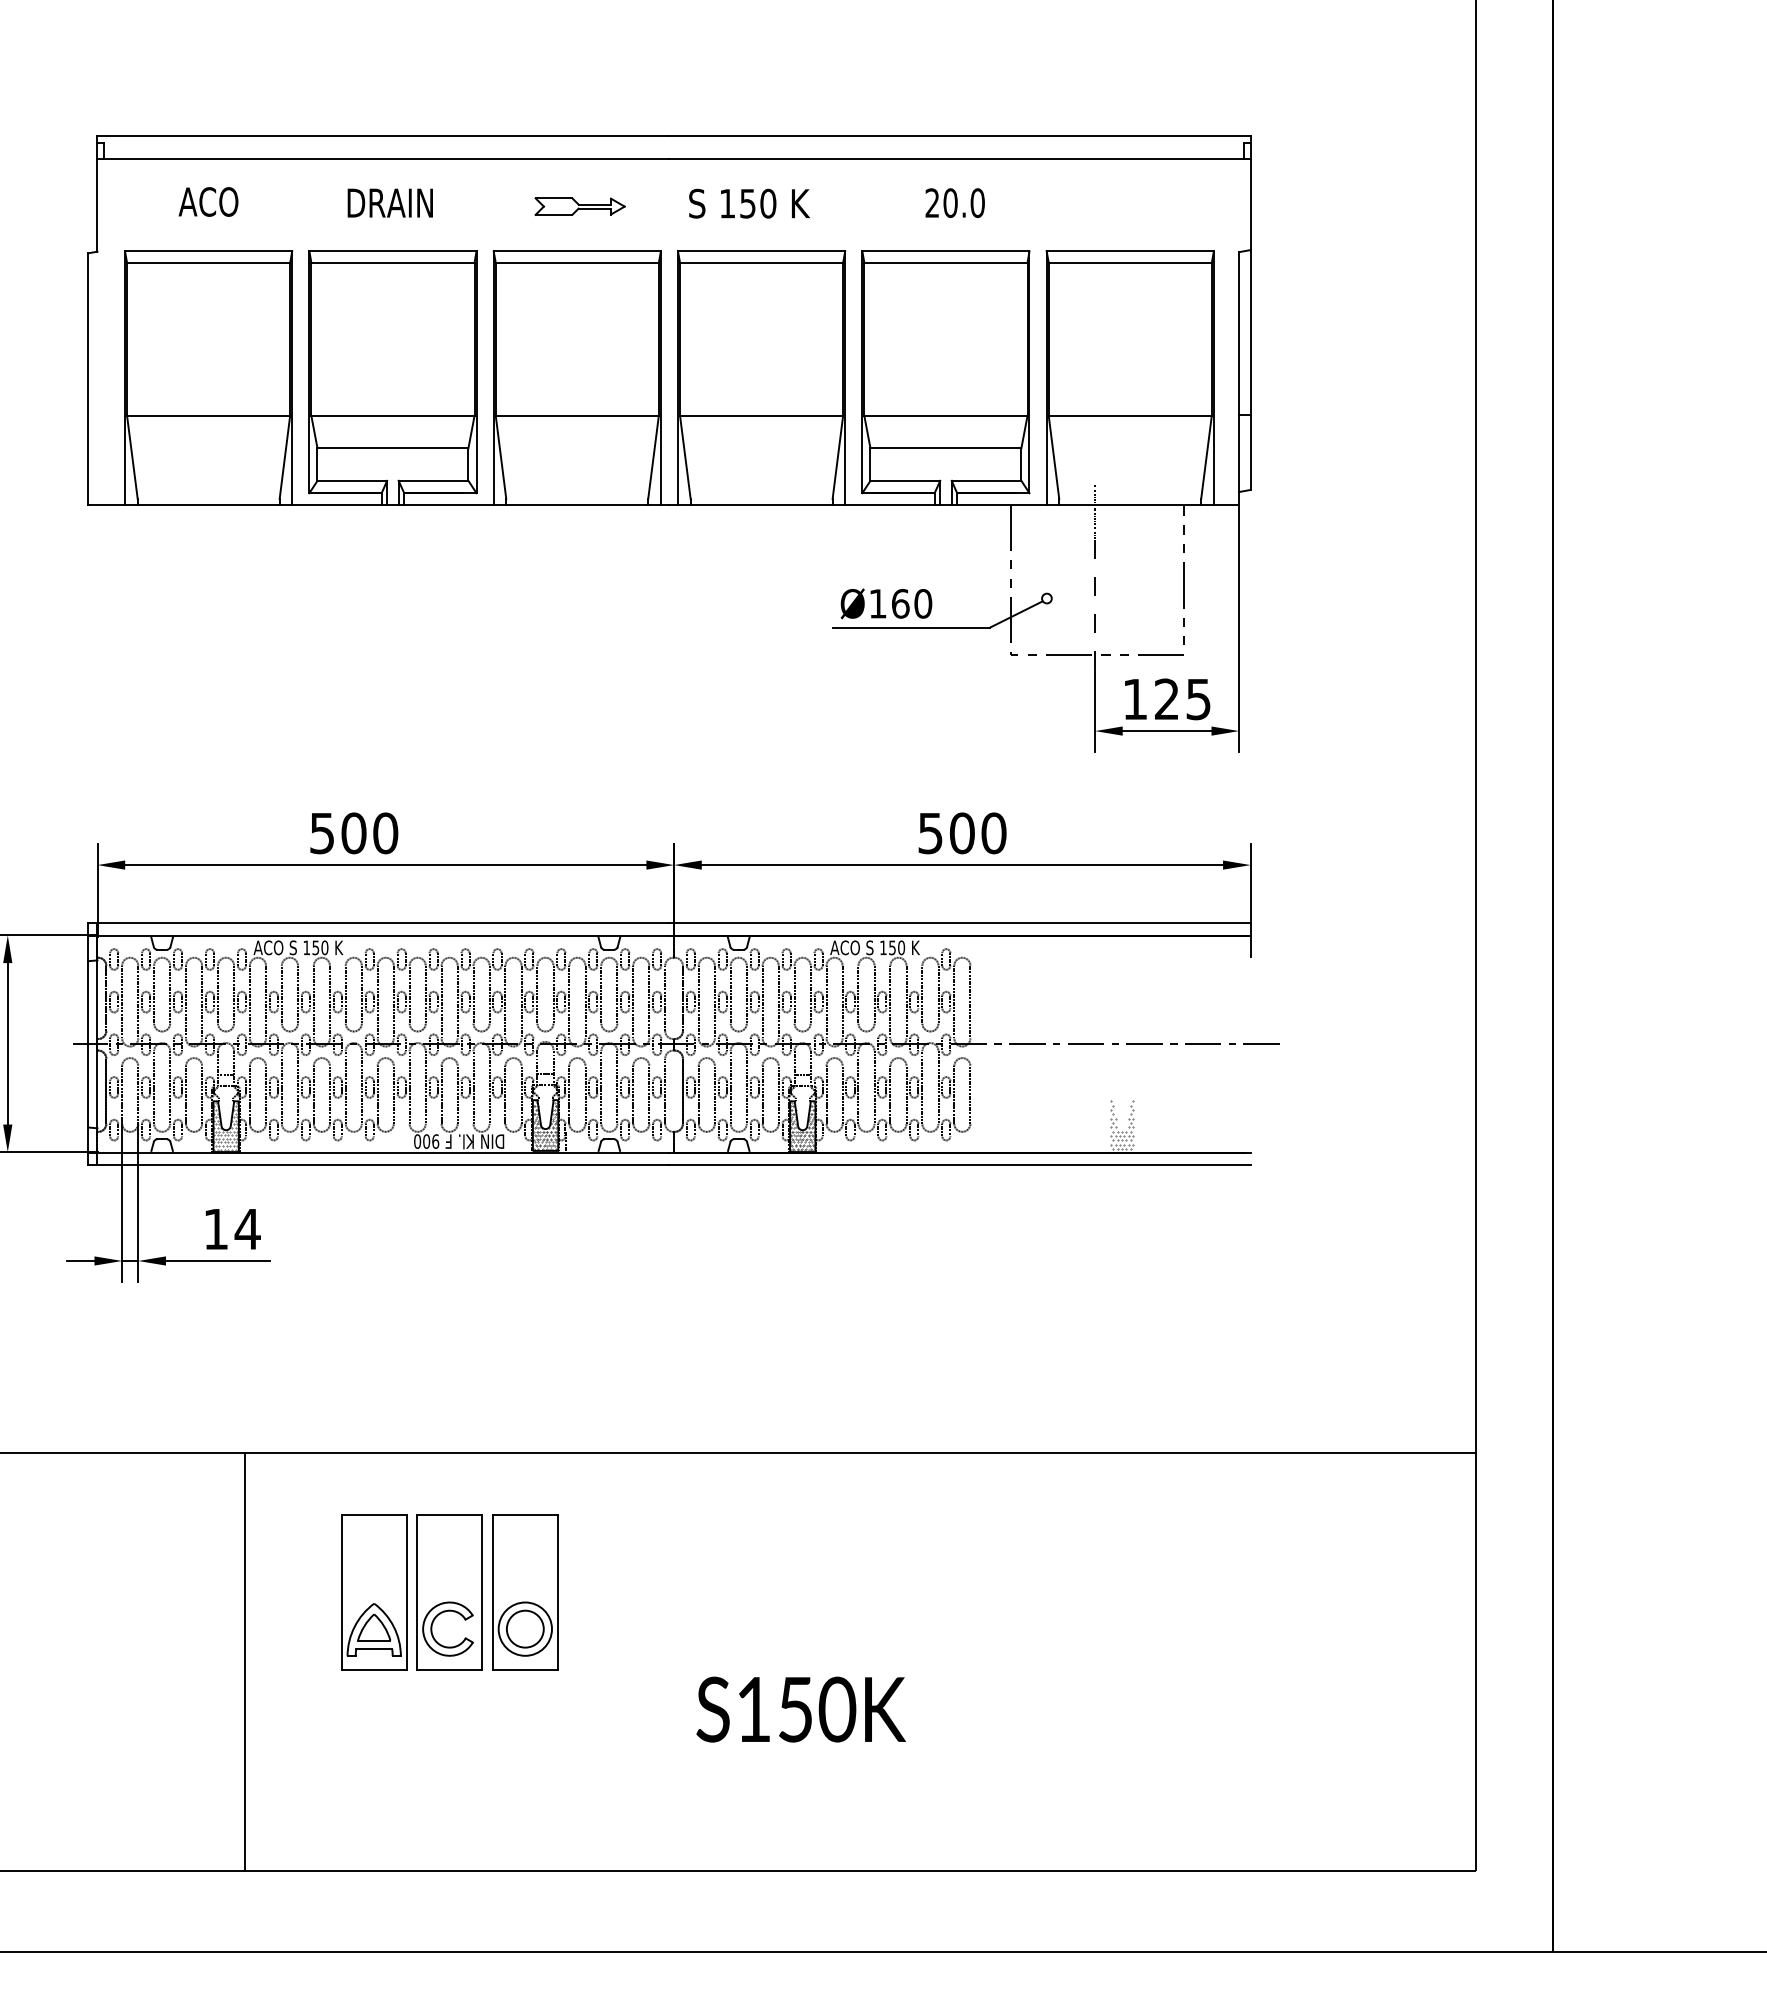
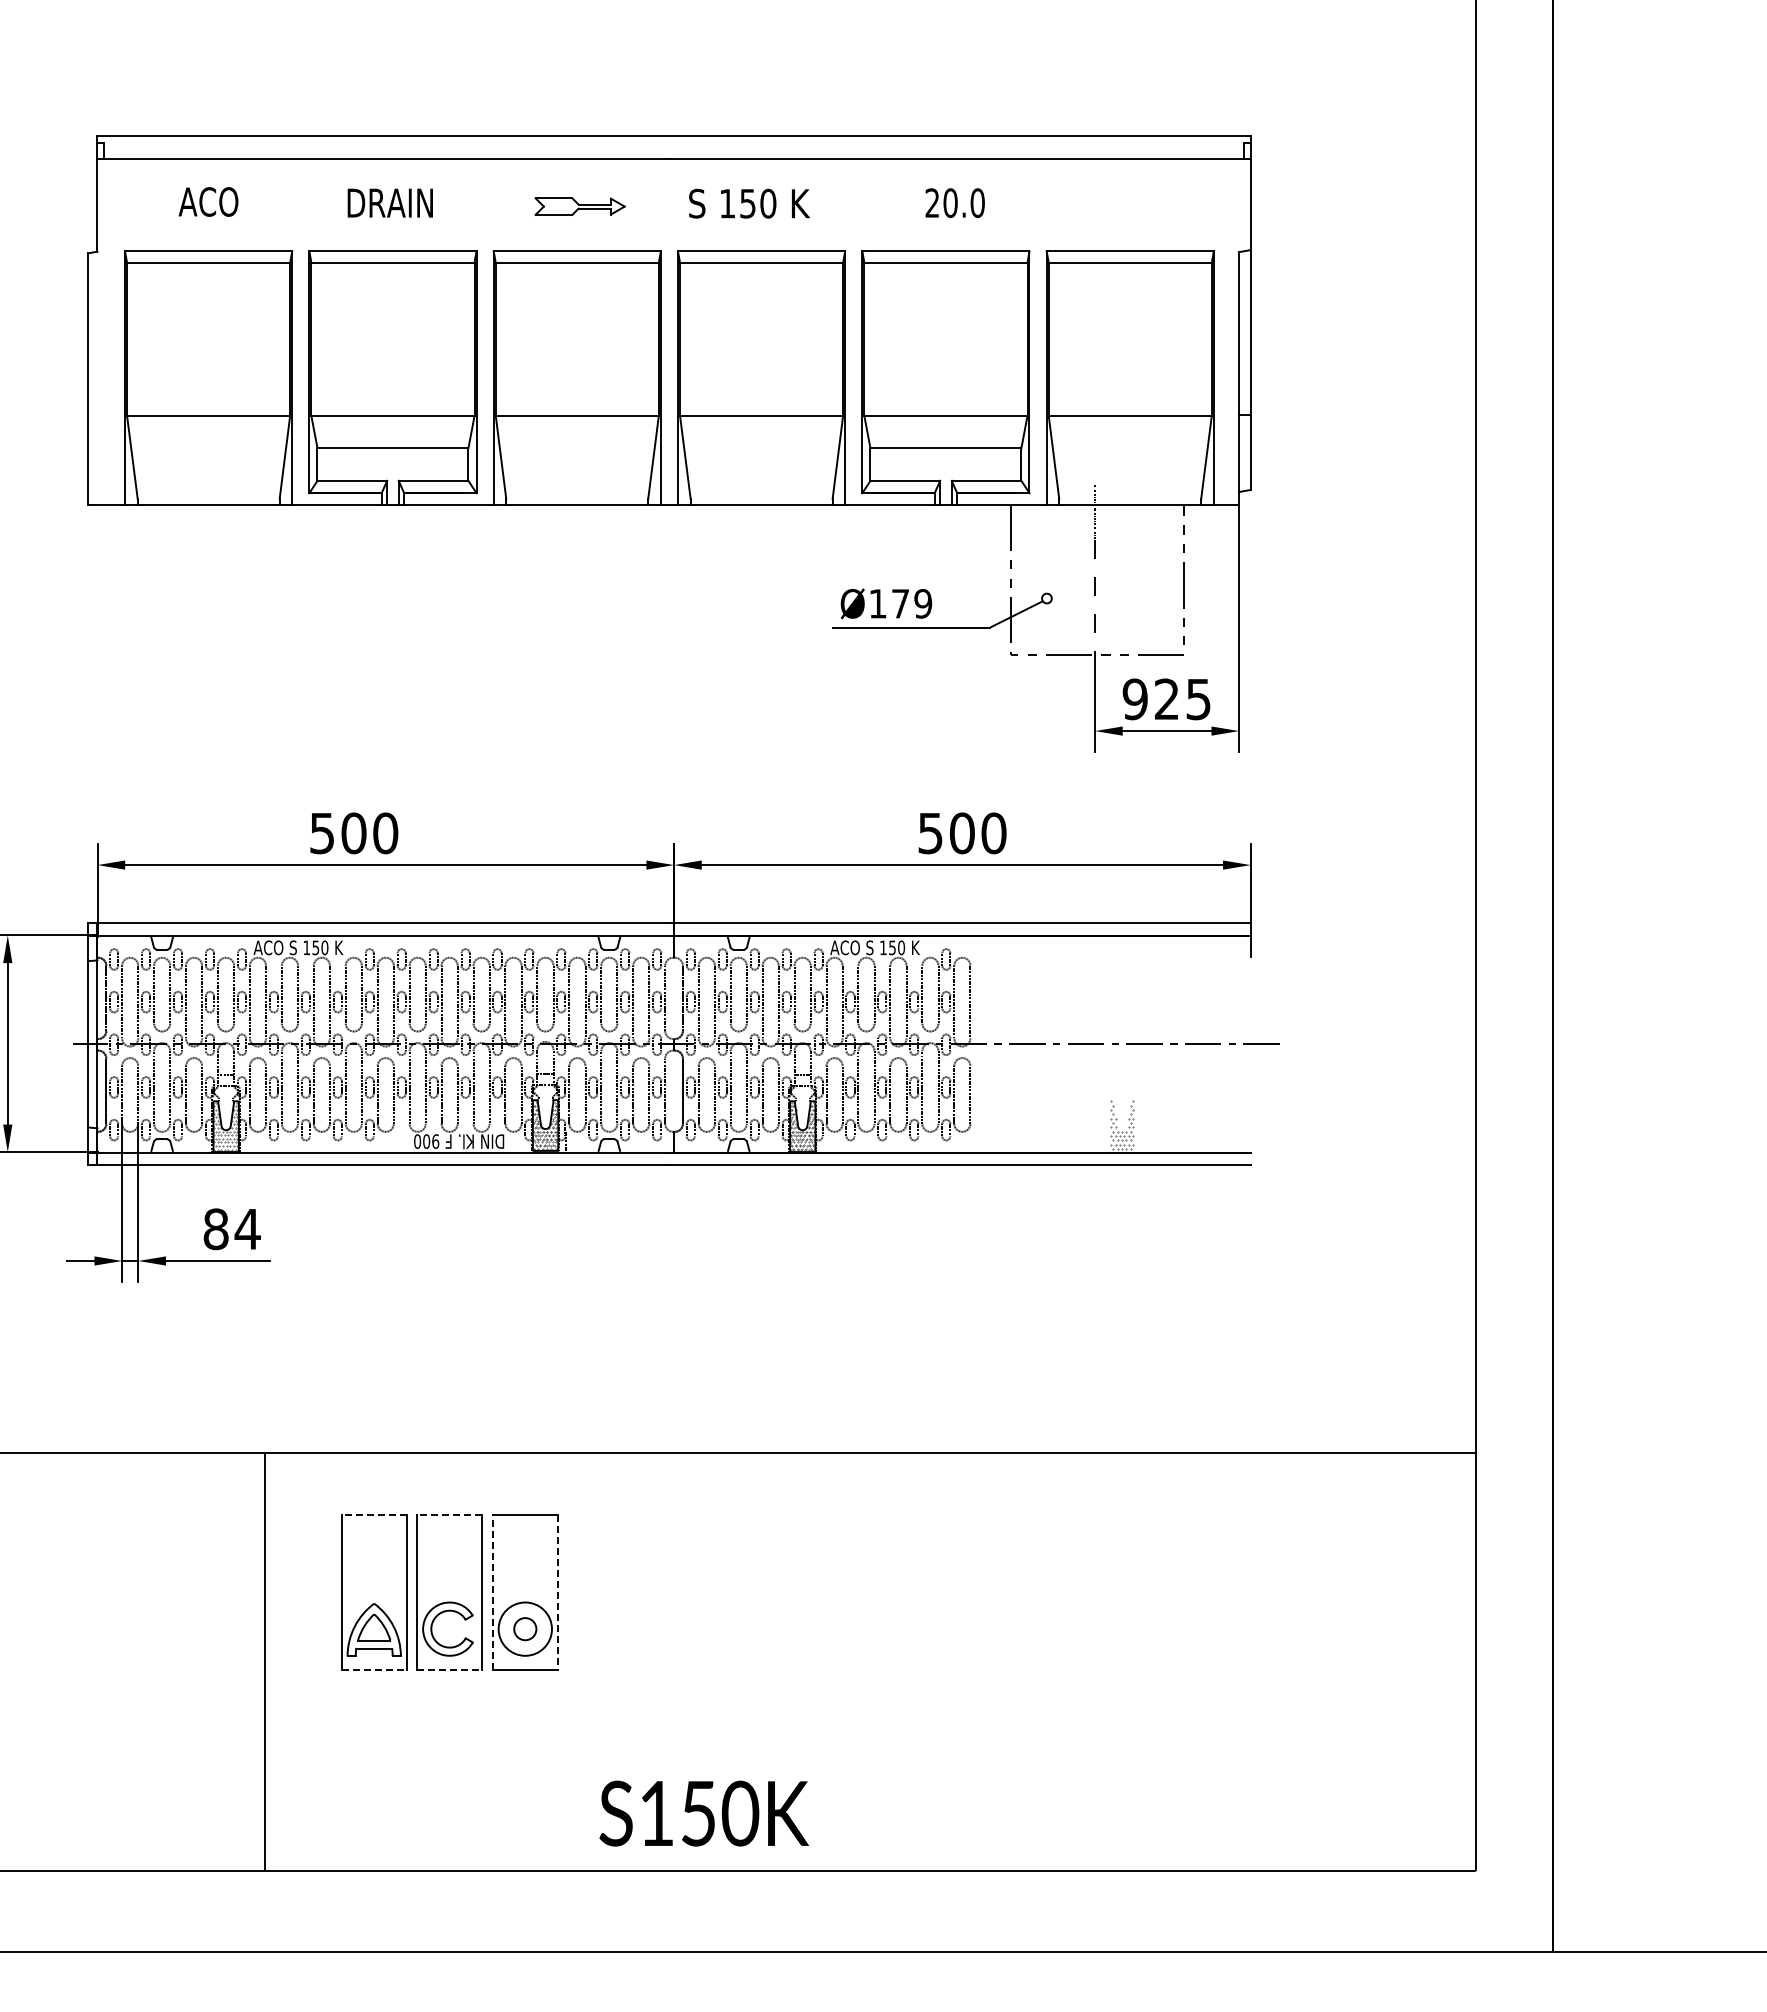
text at (912, 603): Ø160 -> Ø179
text at (1134, 699): 125 -> 925
text at (215, 1229): 14 -> 84
line at (374, 1515): solid -> dashed
line at (449, 1515): solid -> dashed
line at (492, 1591): solid -> dashed
line at (558, 1592): solid -> dashed
circle at (524, 1628) diameter: 37 px -> 22 px
line at (245, 1661) position: (245, 1661) -> (265, 1661)
line at (374, 1669): solid -> dashed
line at (449, 1669): solid -> dashed
text at (800, 1709) position: (800, 1709) -> (703, 1813)
